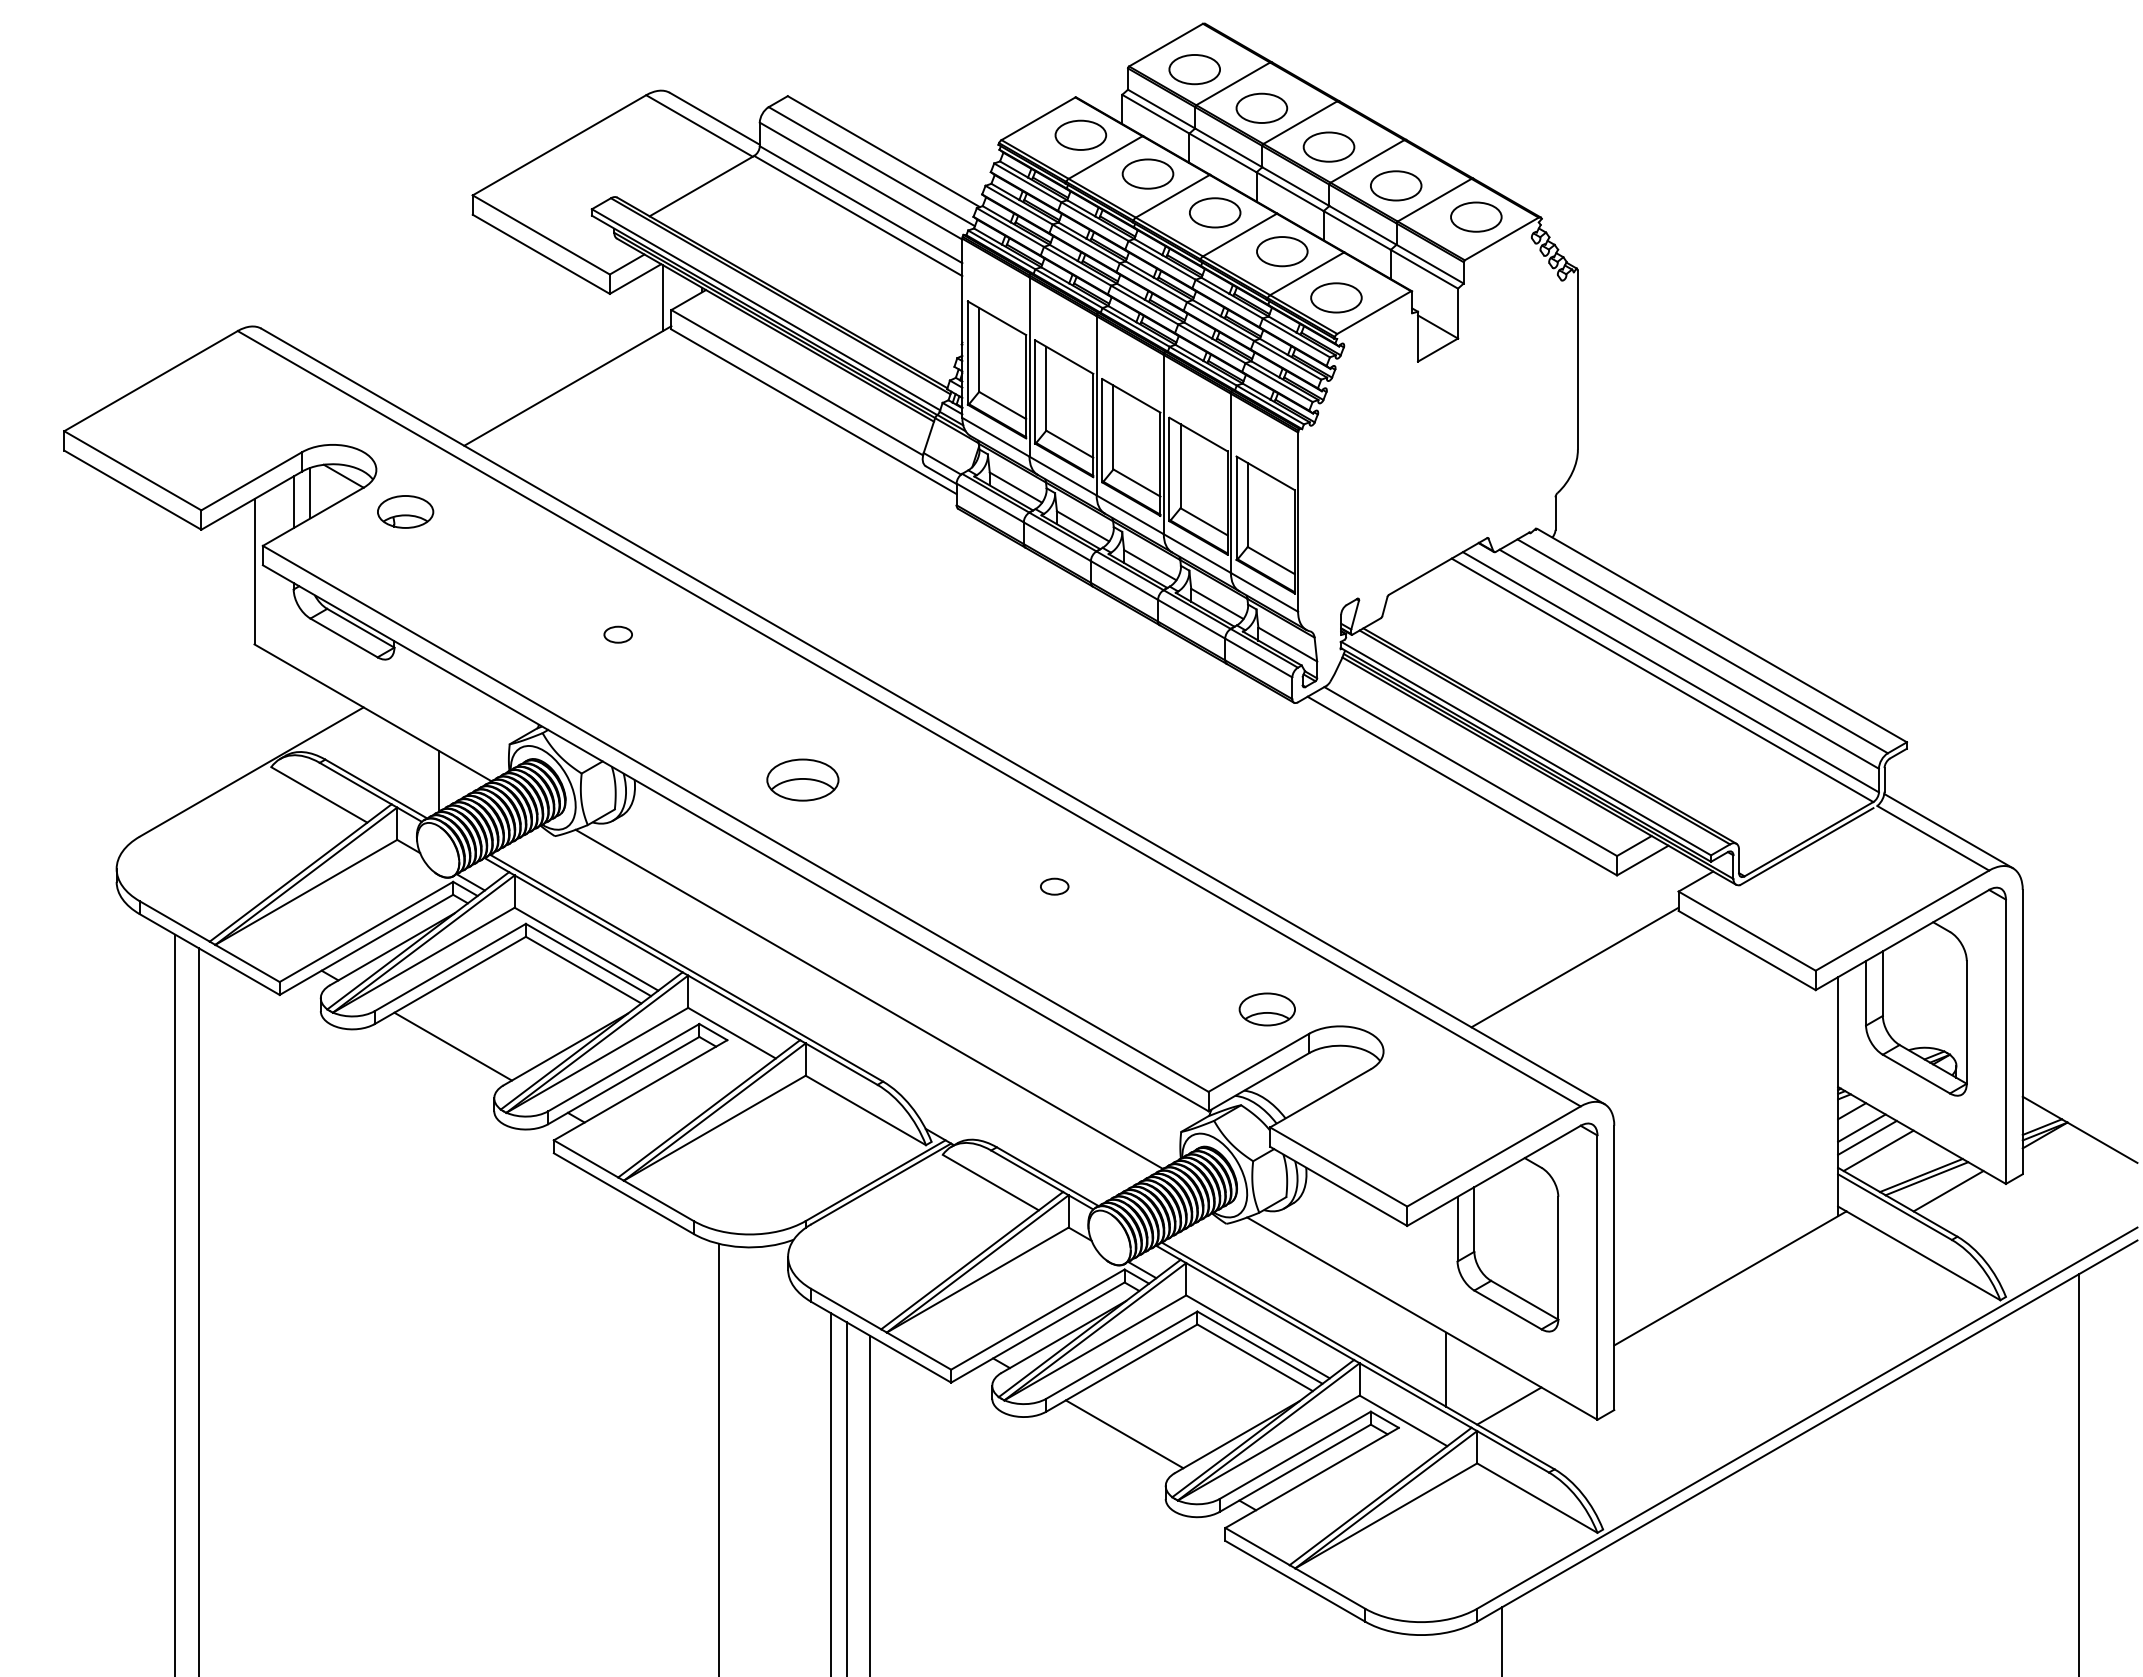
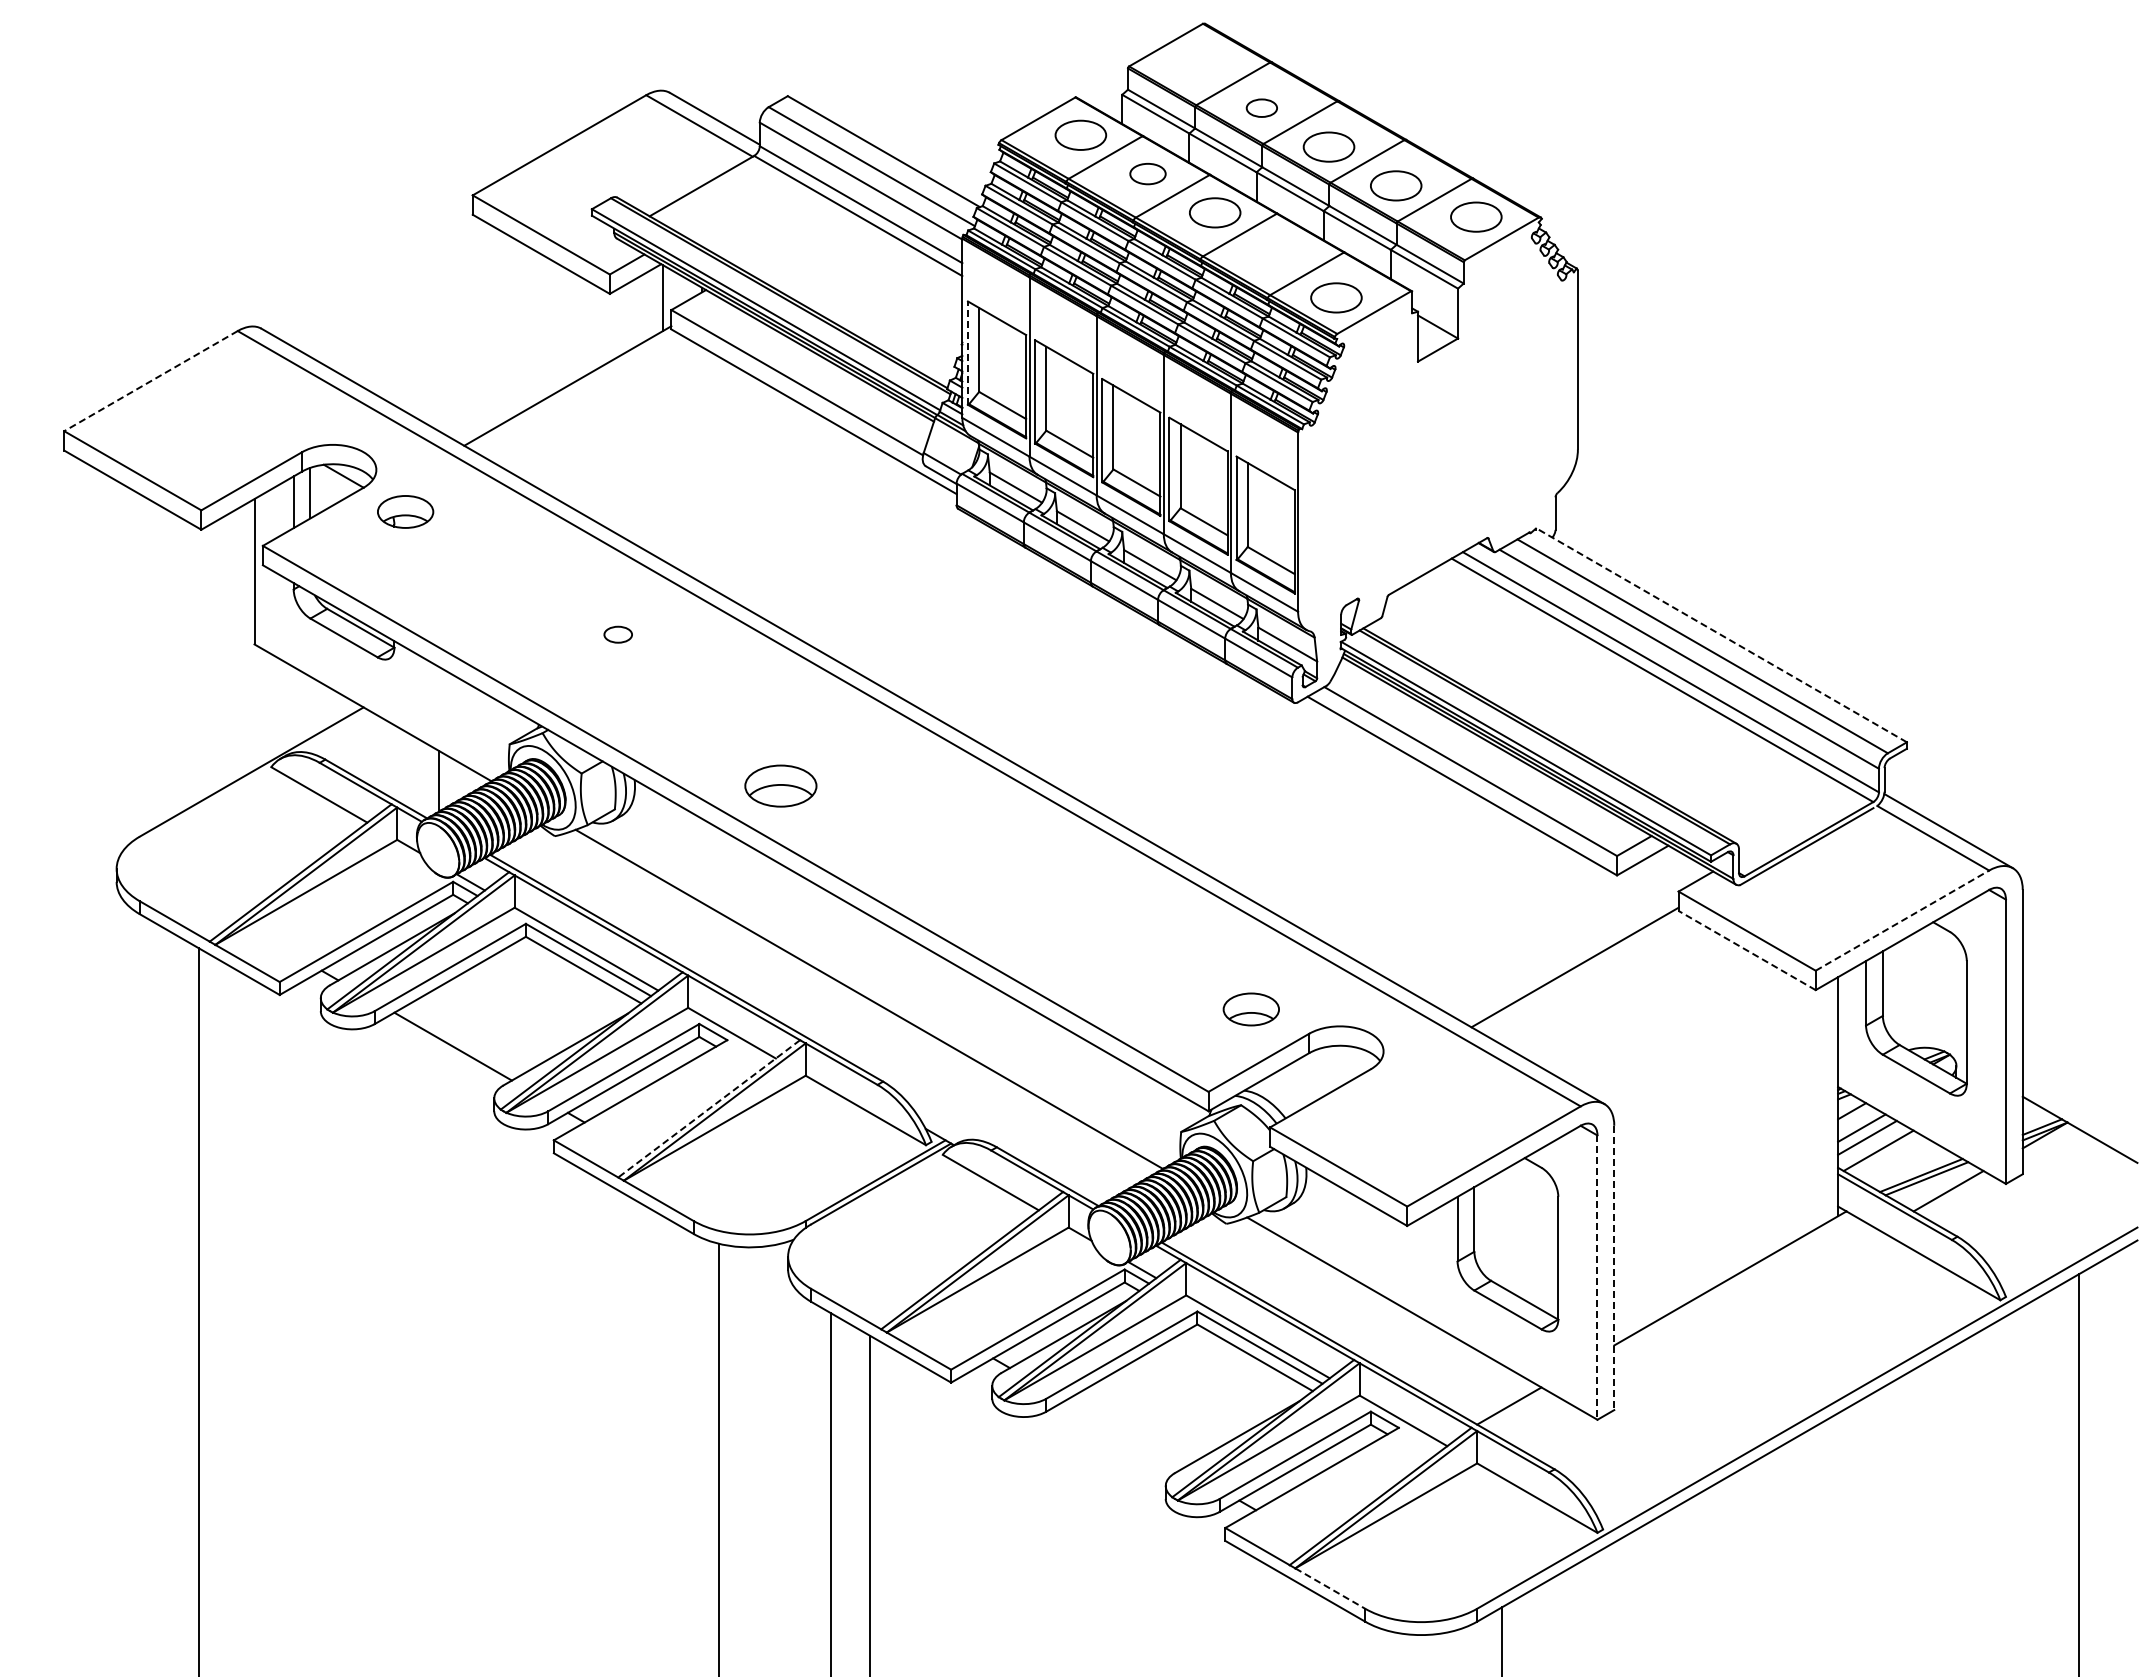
part at (1194, 69): present -> none
part at (1261, 107) size: 54x32 px -> 33x20 px
part at (1147, 173) size: 54x32 px -> 38x23 px
part at (1282, 251): present -> none
line at (967, 353): solid -> dashed
line at (150, 381): solid -> dashed
line at (1721, 635): solid -> dashed
part at (802, 779) position: (802, 779) -> (780, 785)
part at (1054, 886): present -> none
line at (1902, 920): solid -> dashed
line at (1746, 950): solid -> dashed
part at (1266, 1009) position: (1266, 1009) -> (1250, 1009)
line at (709, 1108): solid -> dashed
line at (1614, 1268): solid -> dashed
line at (1597, 1278): solid -> dashed
line at (175, 1303): present -> none
line at (1446, 1369): present -> none
line at (1124, 1434): present -> none
line at (846, 1497): present -> none
line at (1330, 1588): solid -> dashed
